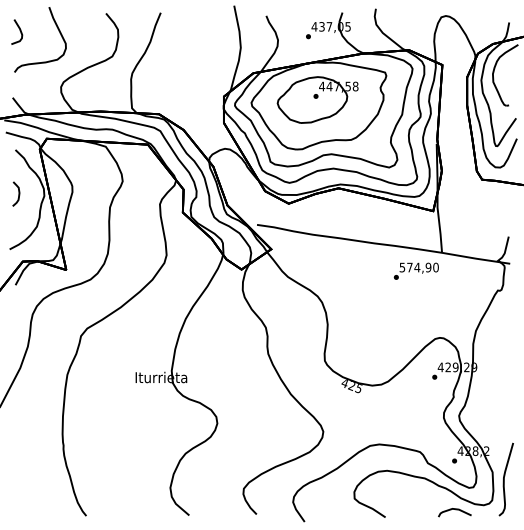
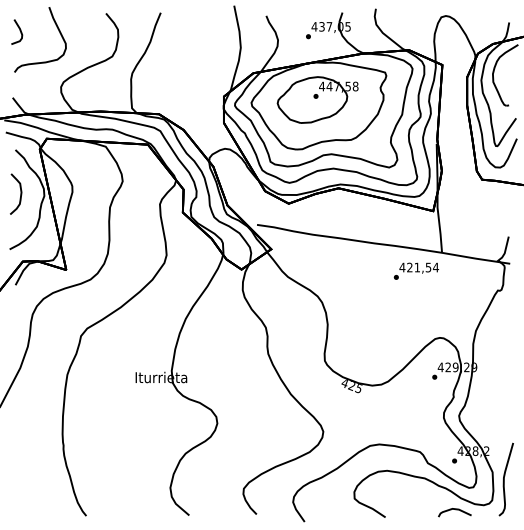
part at (16, 193) size: 9x26 px -> 13x42 px
text at (419, 267): 574,90 -> 421,54
